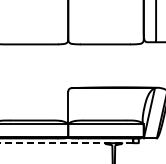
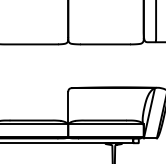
line at (66, 143): dashed -> solid
